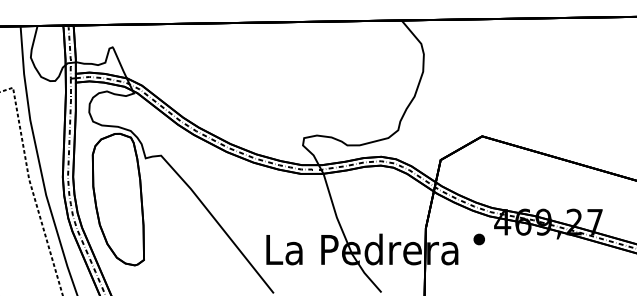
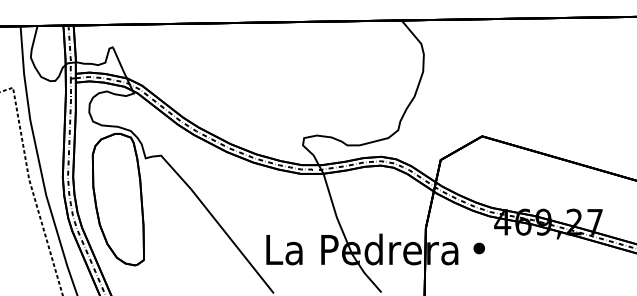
part at (478, 239) position: (478, 239) -> (478, 248)
